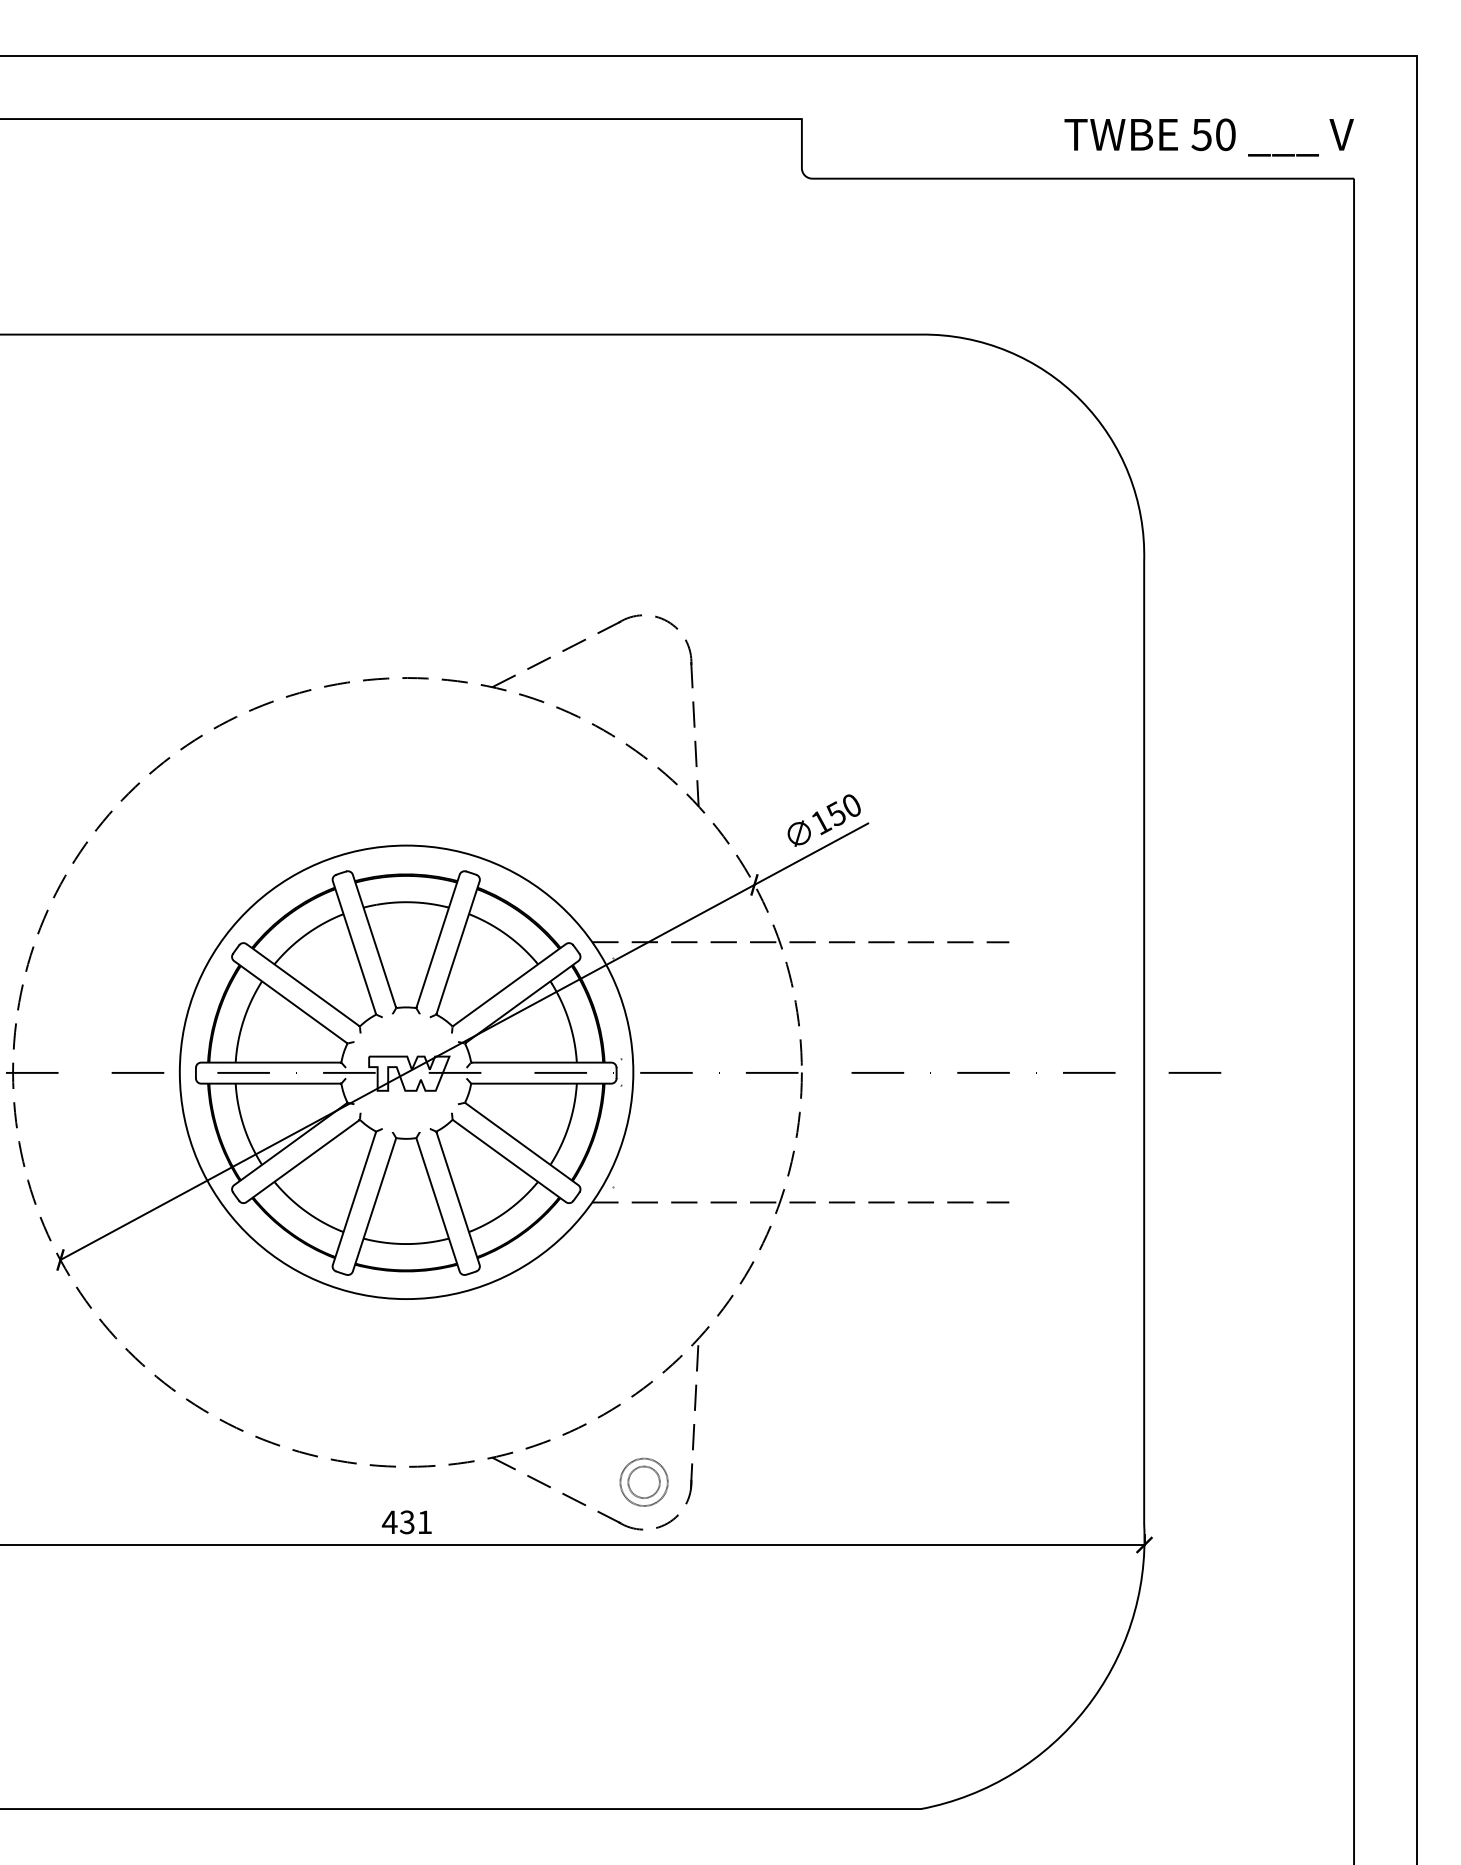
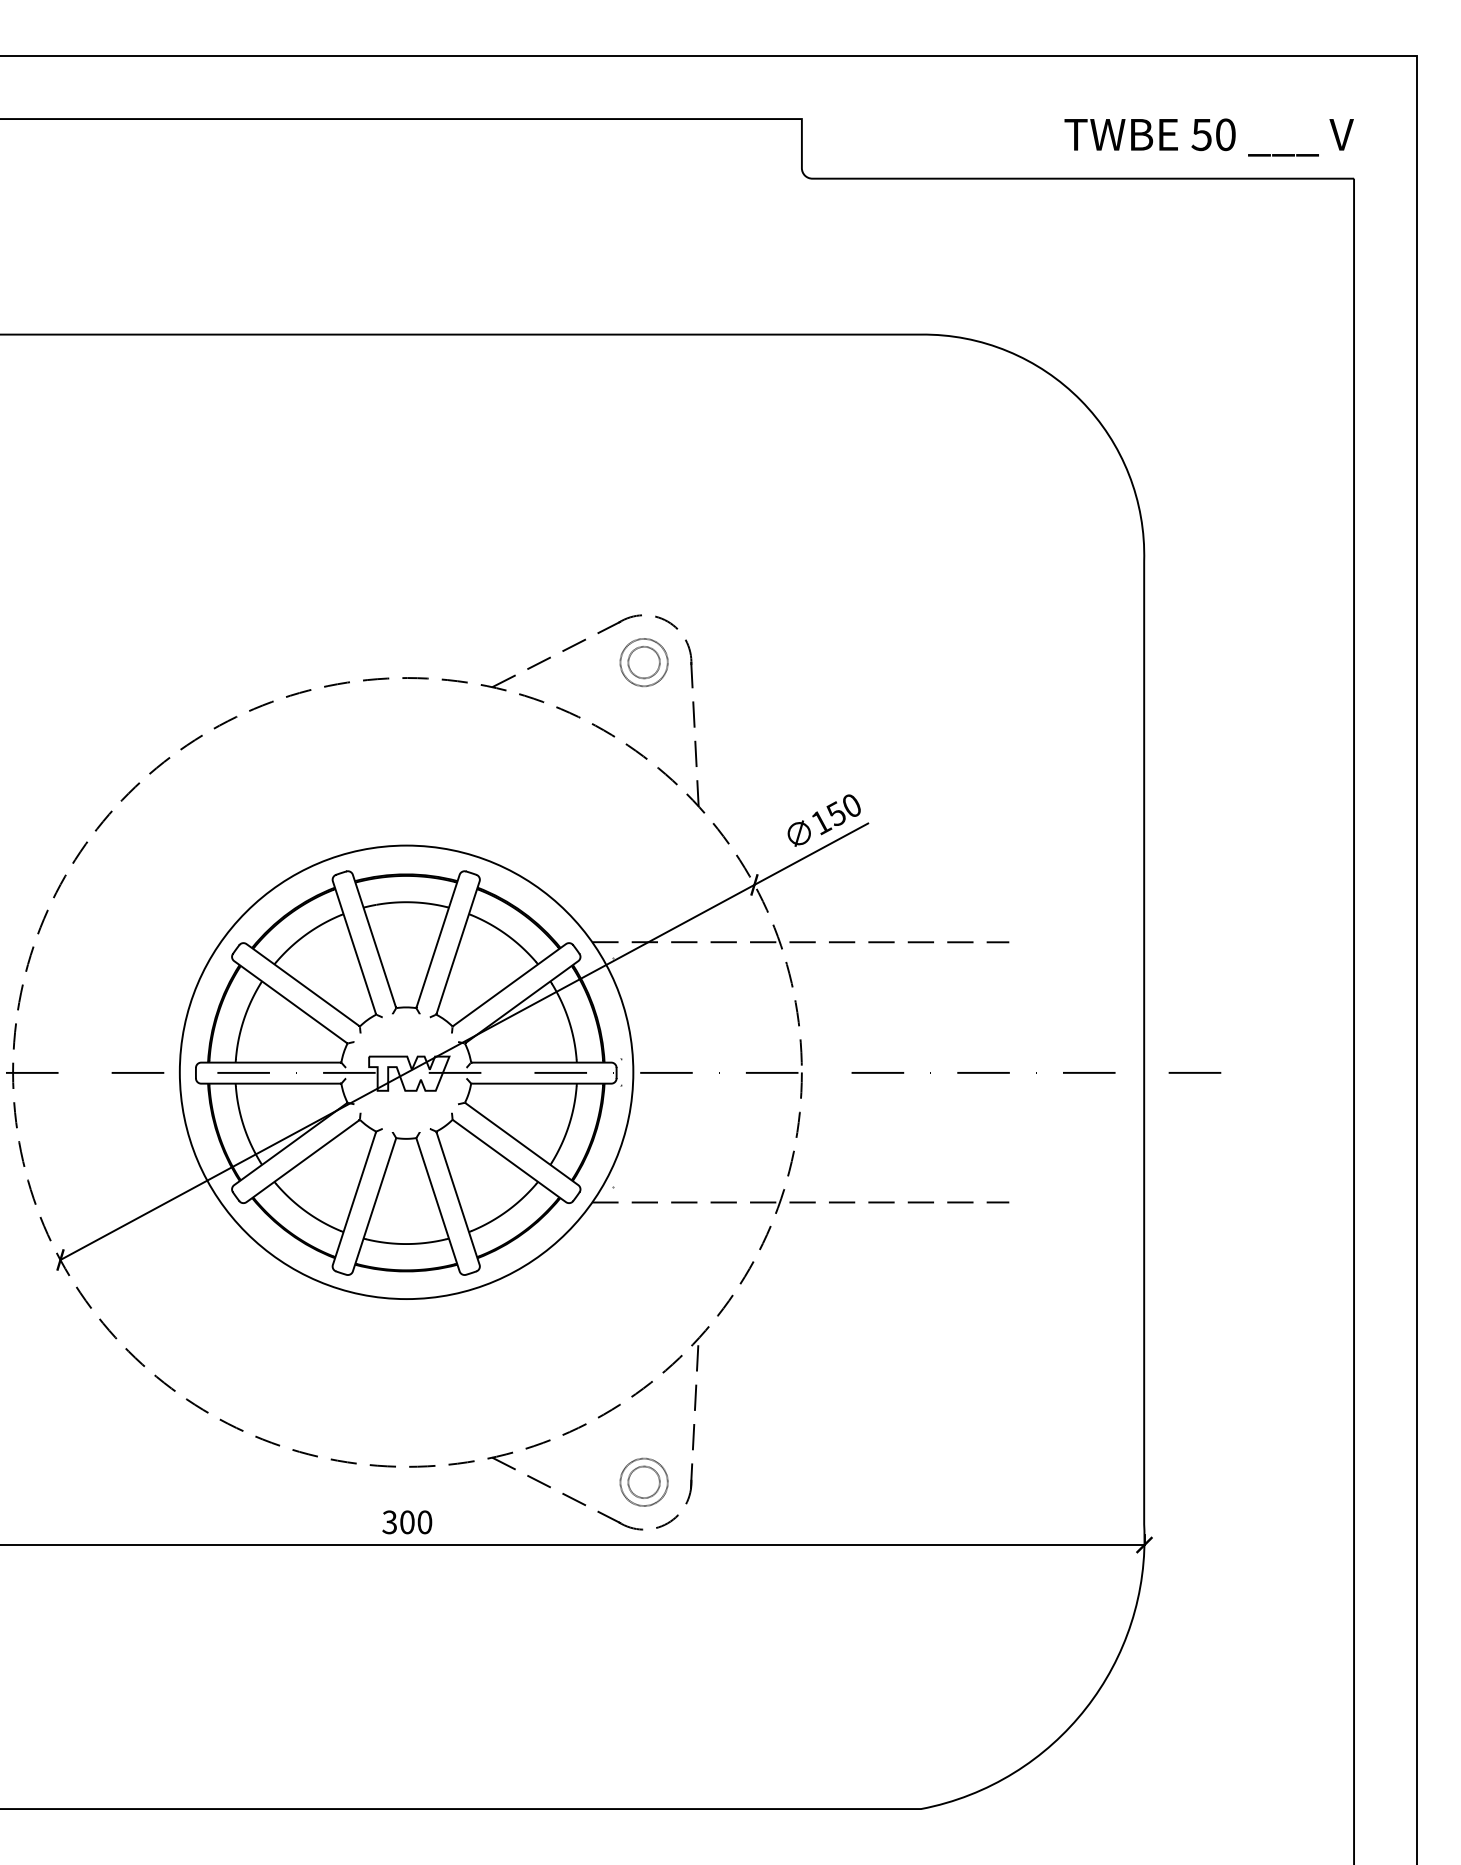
part at (643, 662): none -> present
text at (406, 1522): 431 -> 300
